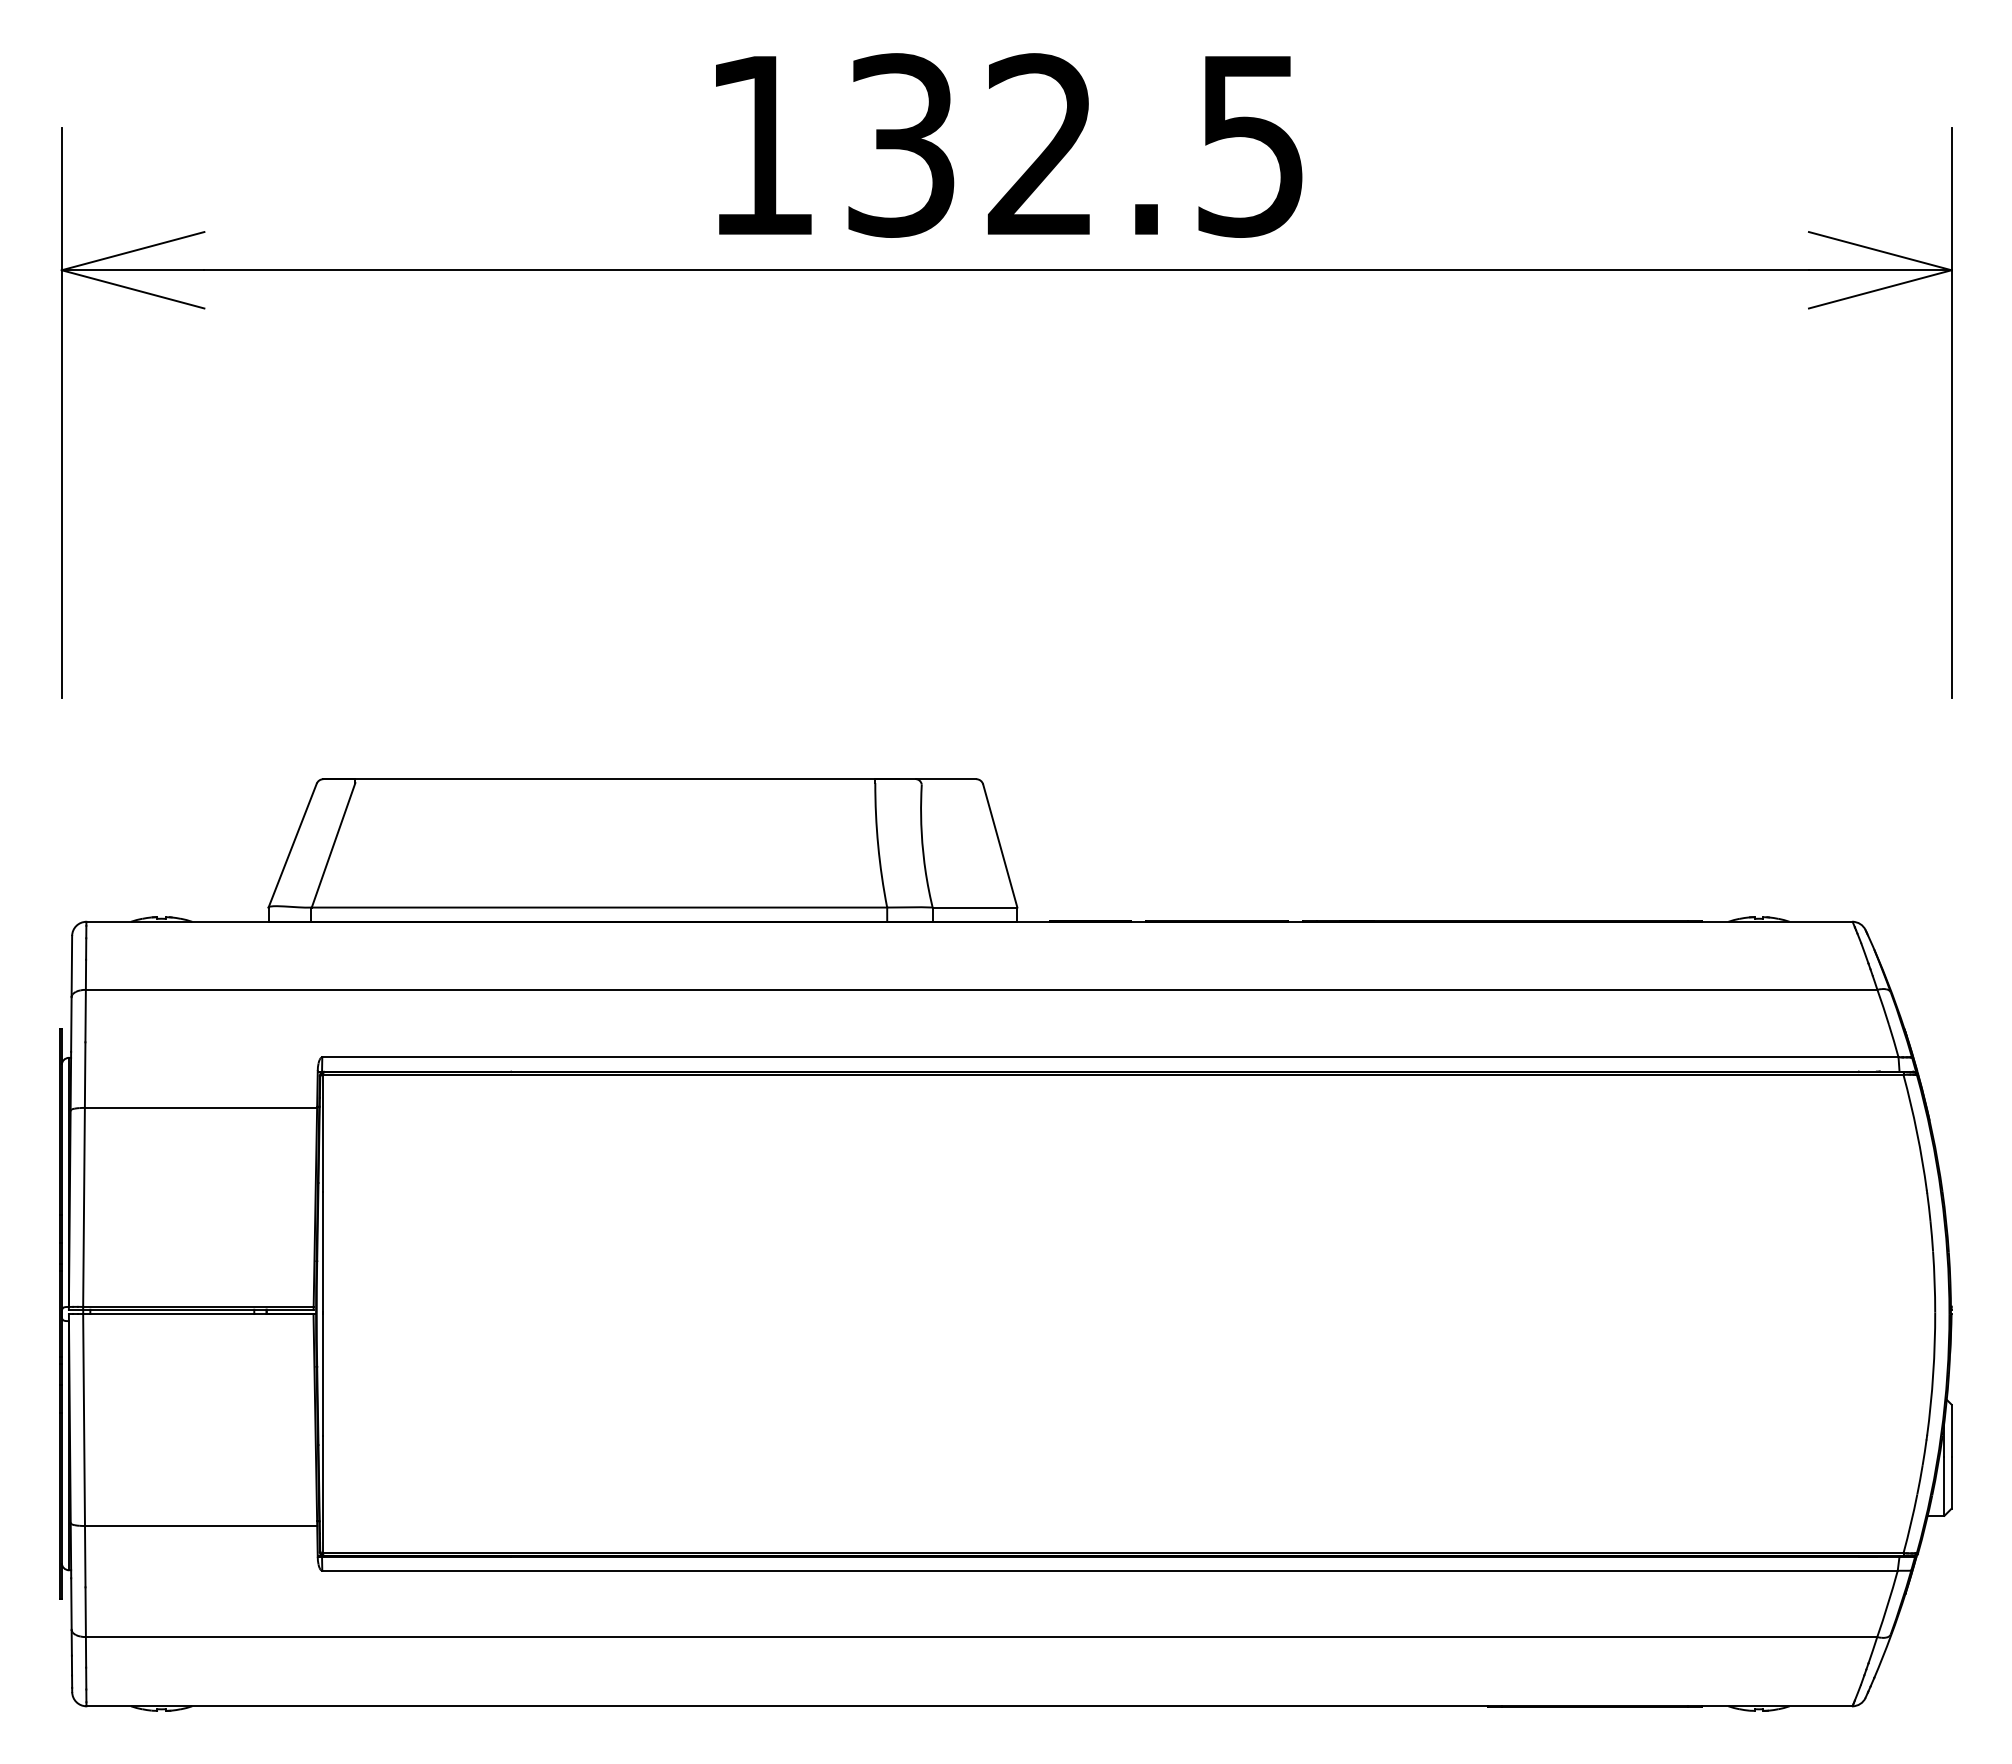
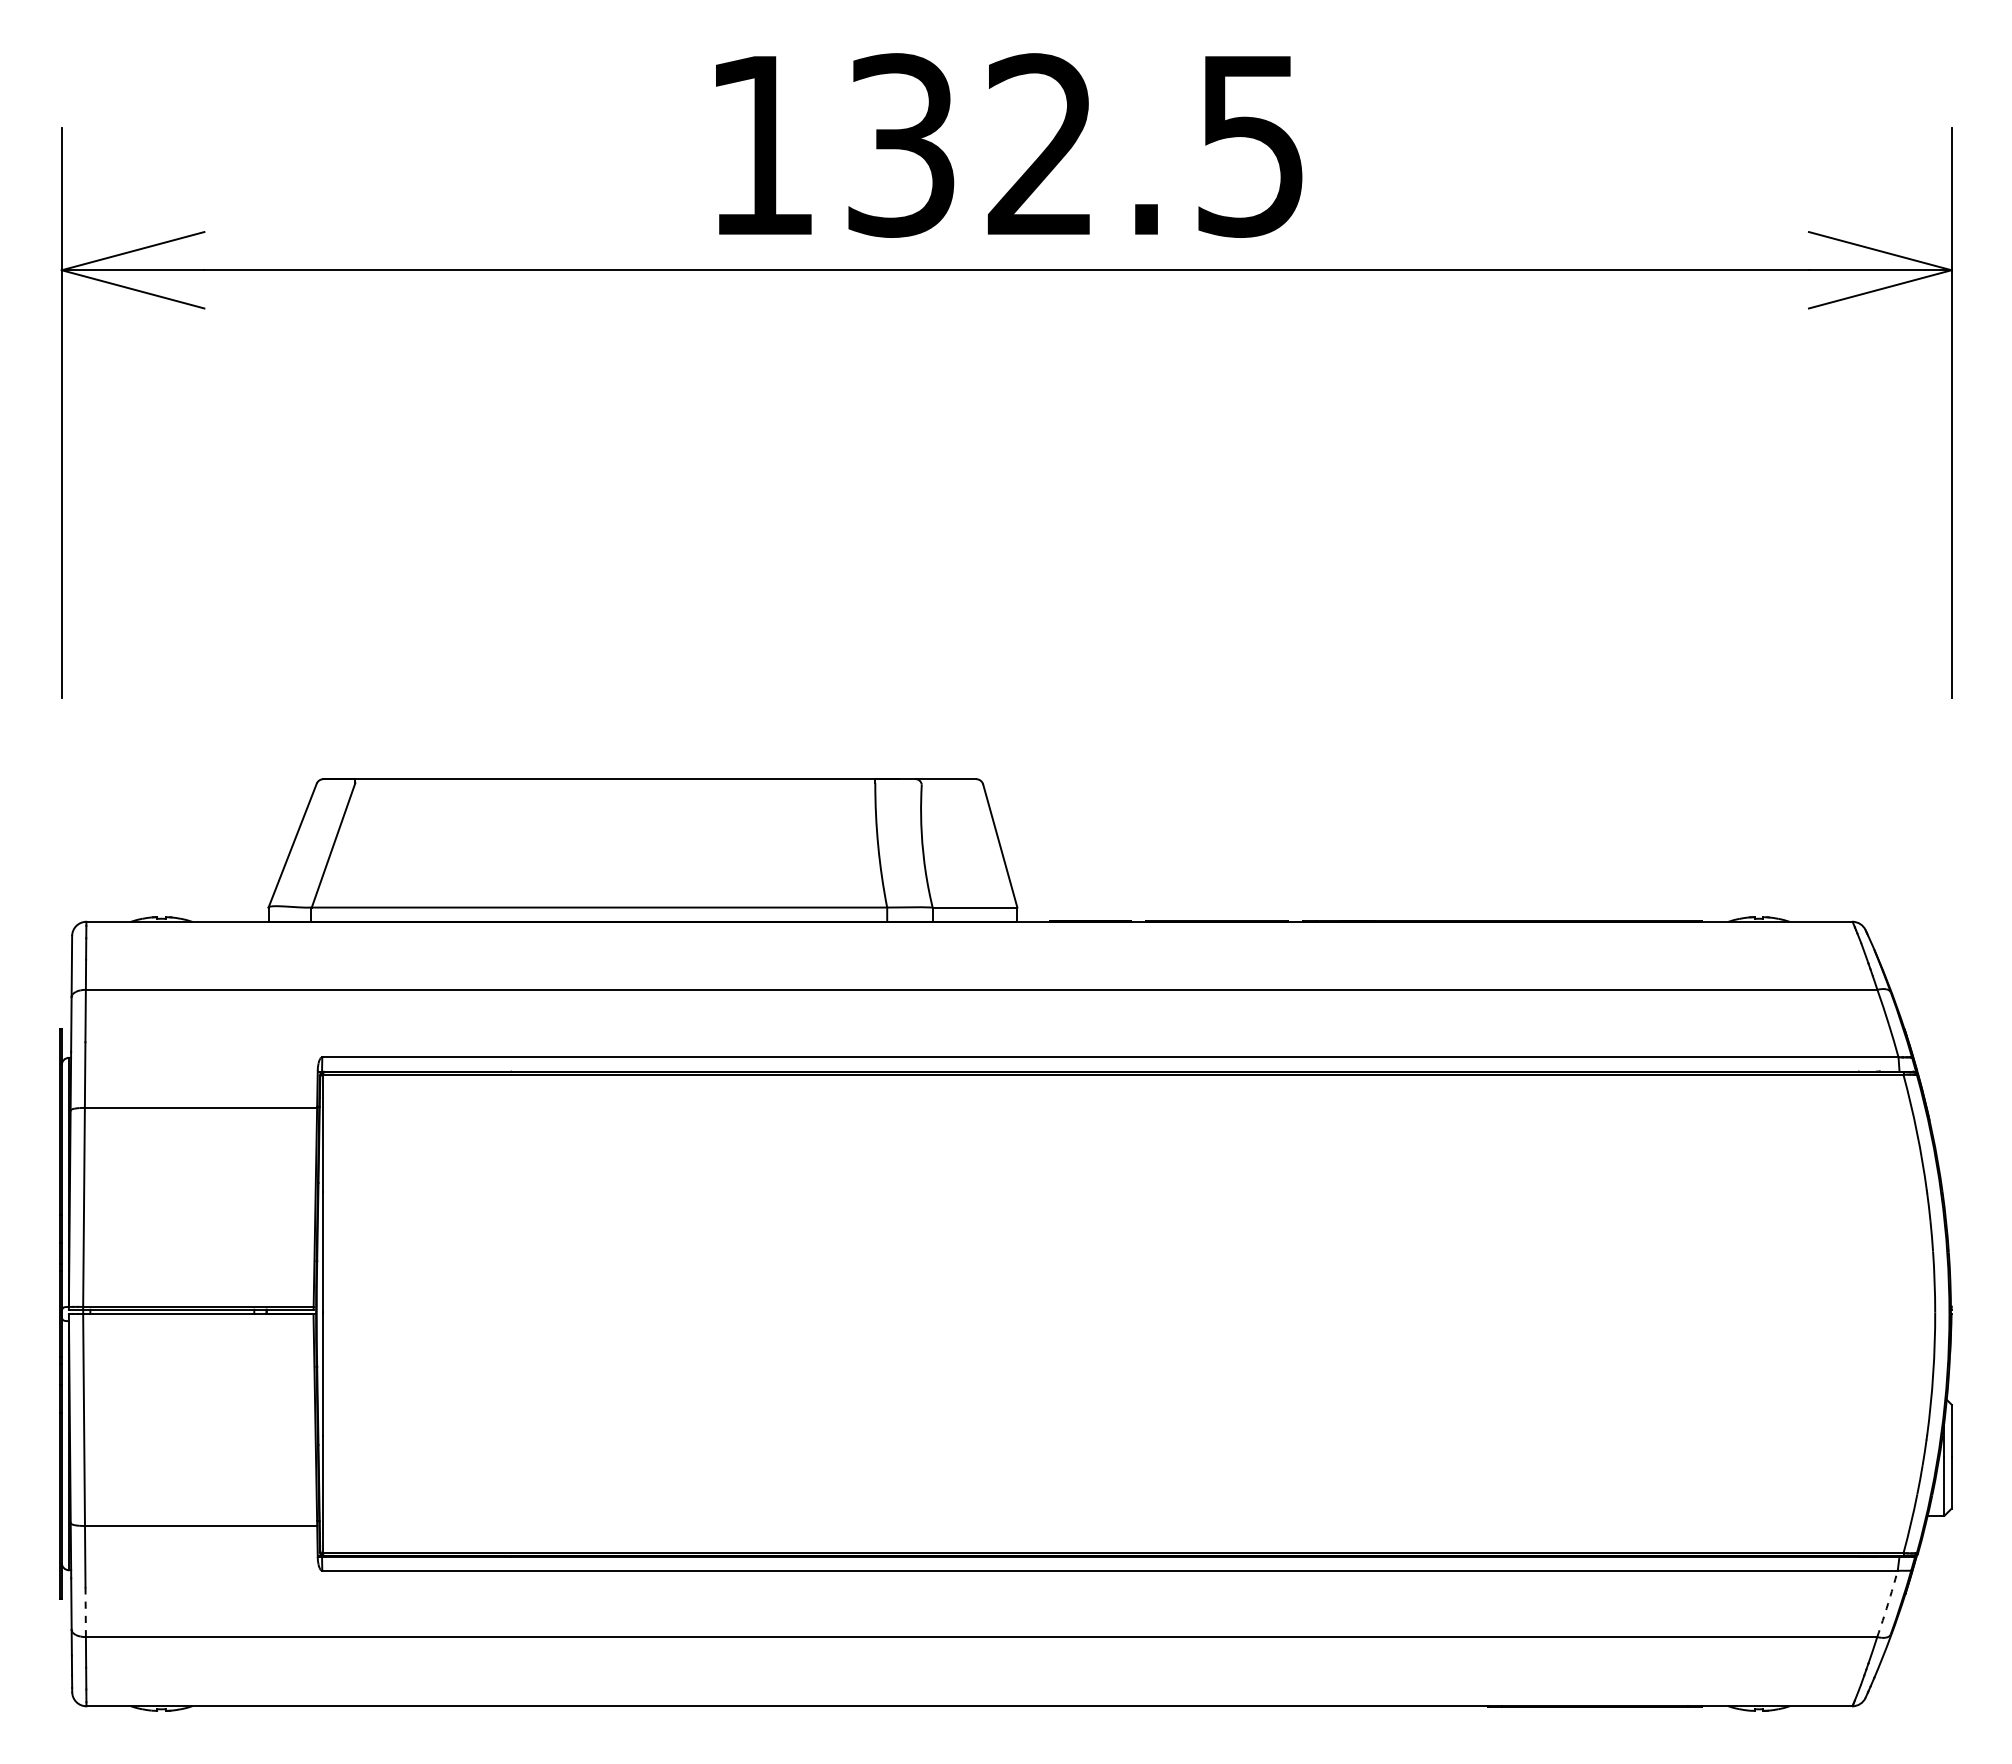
arc at (1888, 1604): solid -> dashed
line at (85, 1612): solid -> dashed
